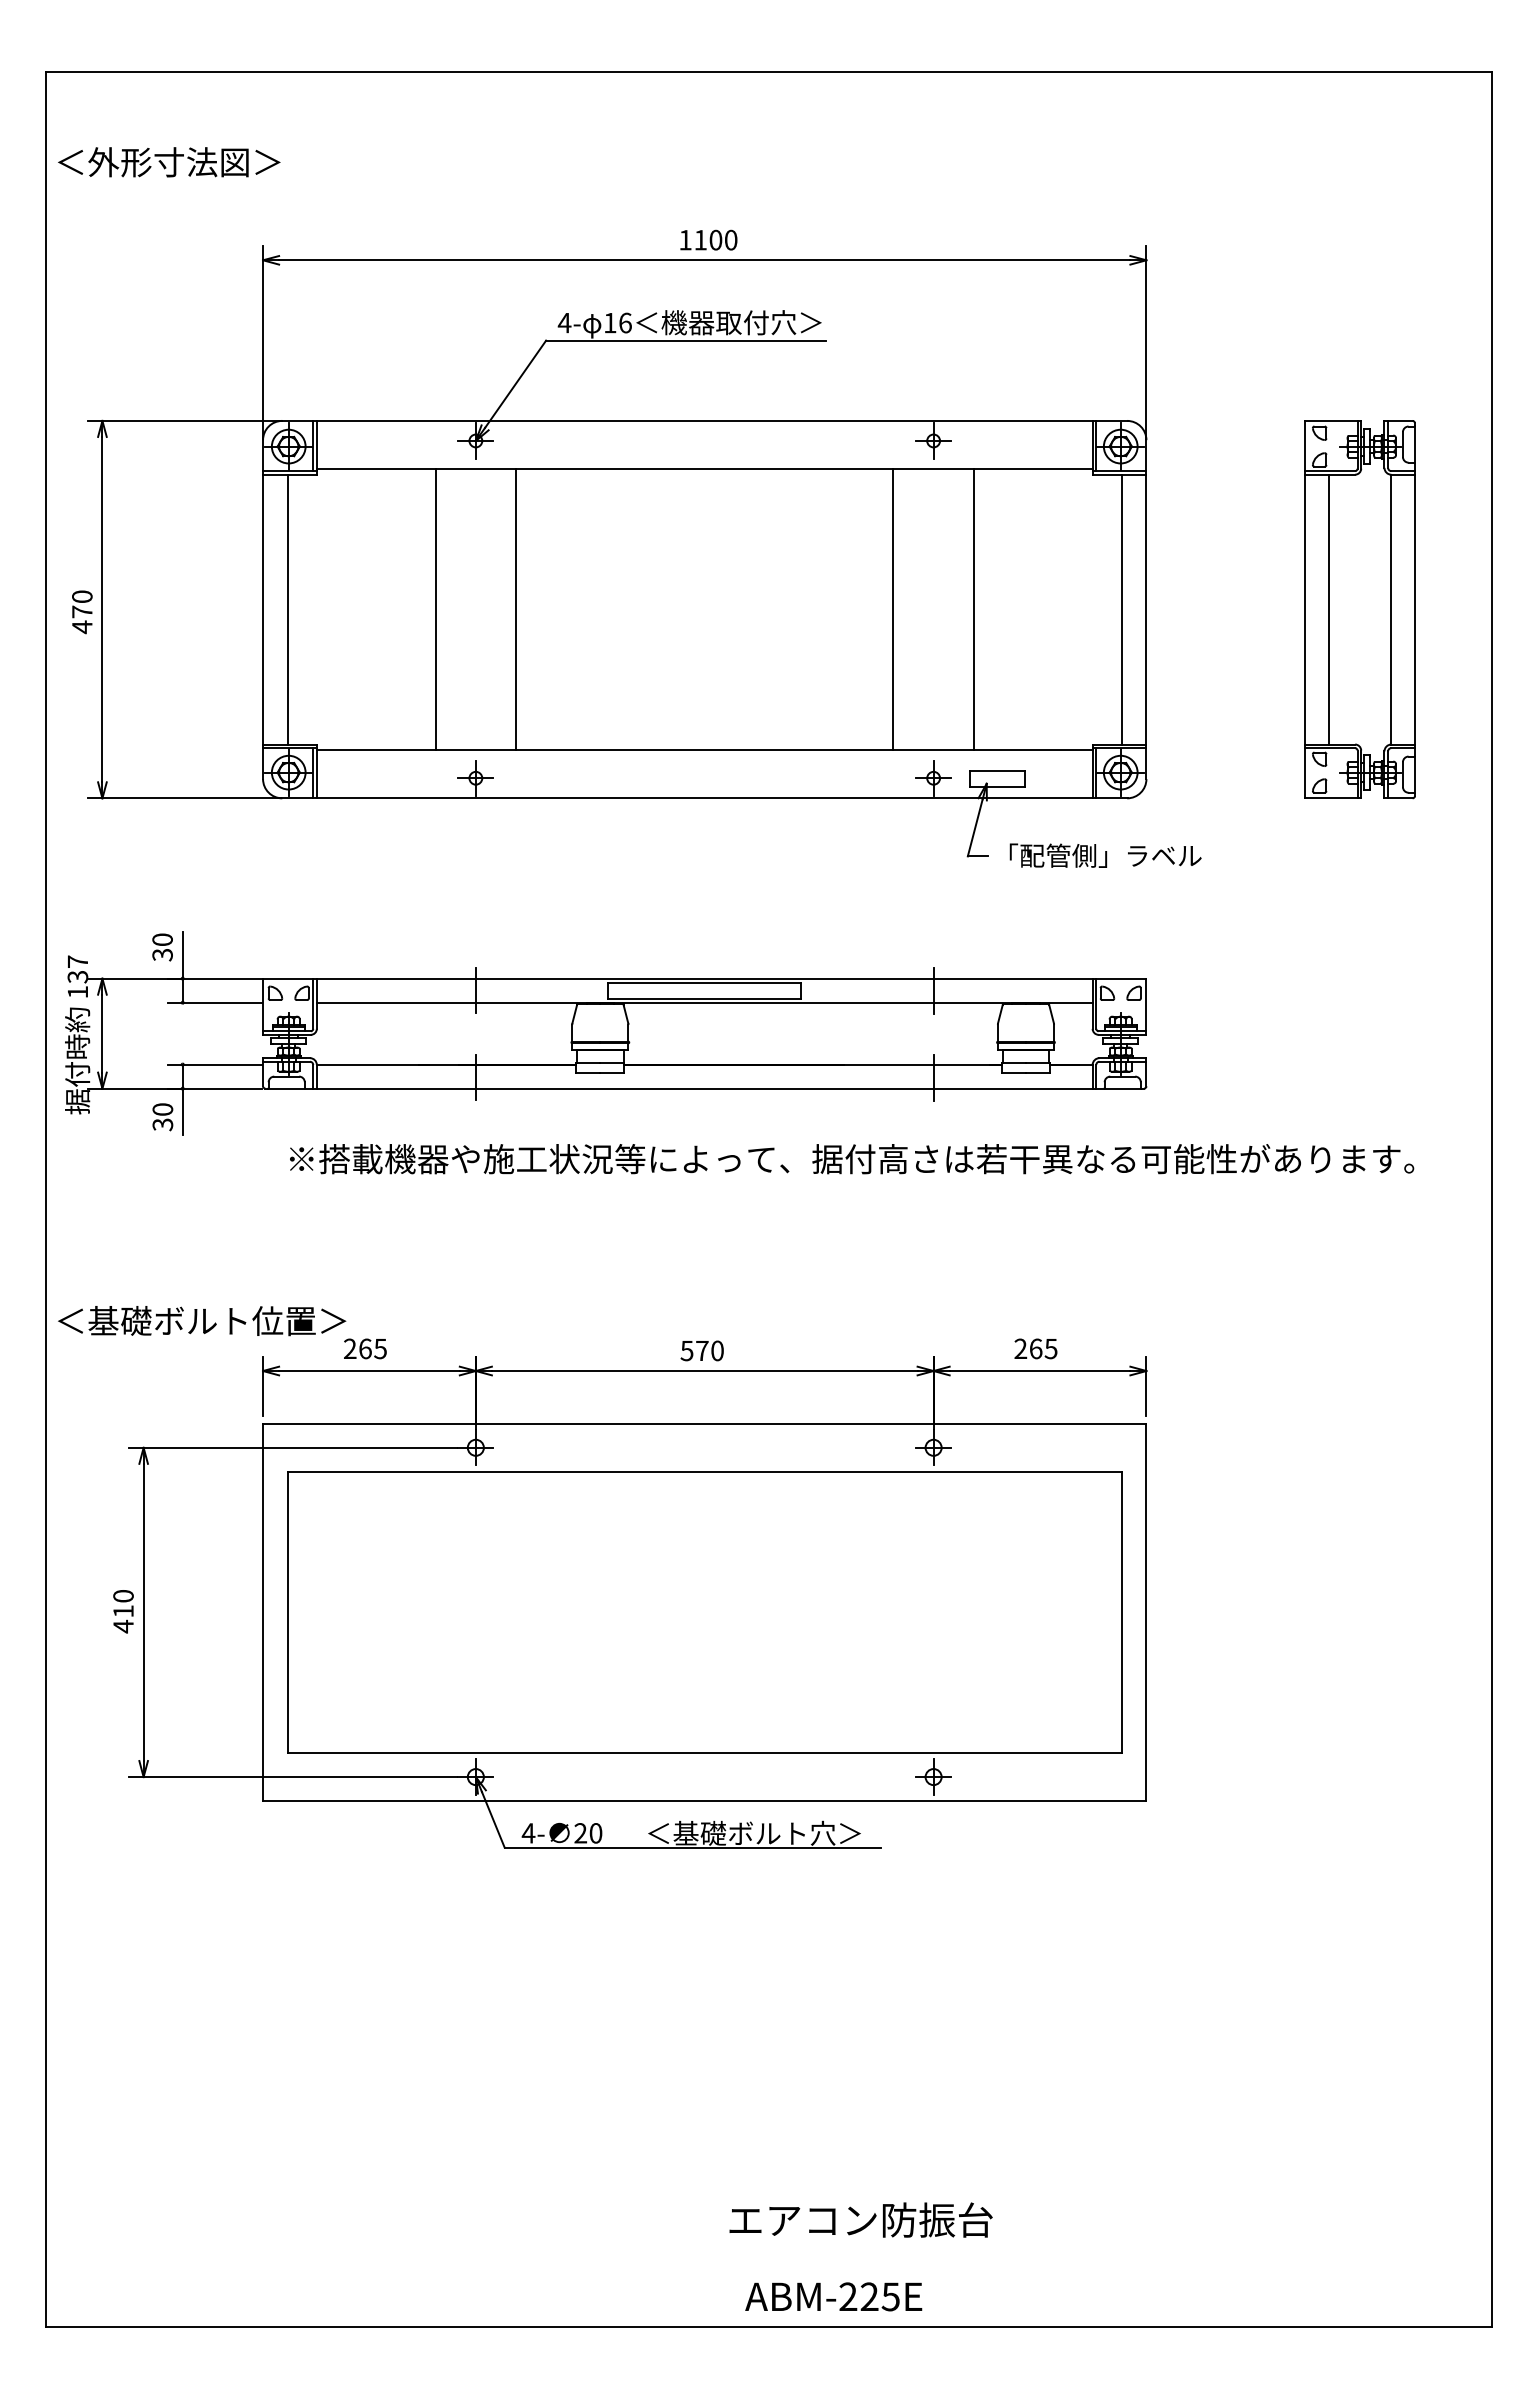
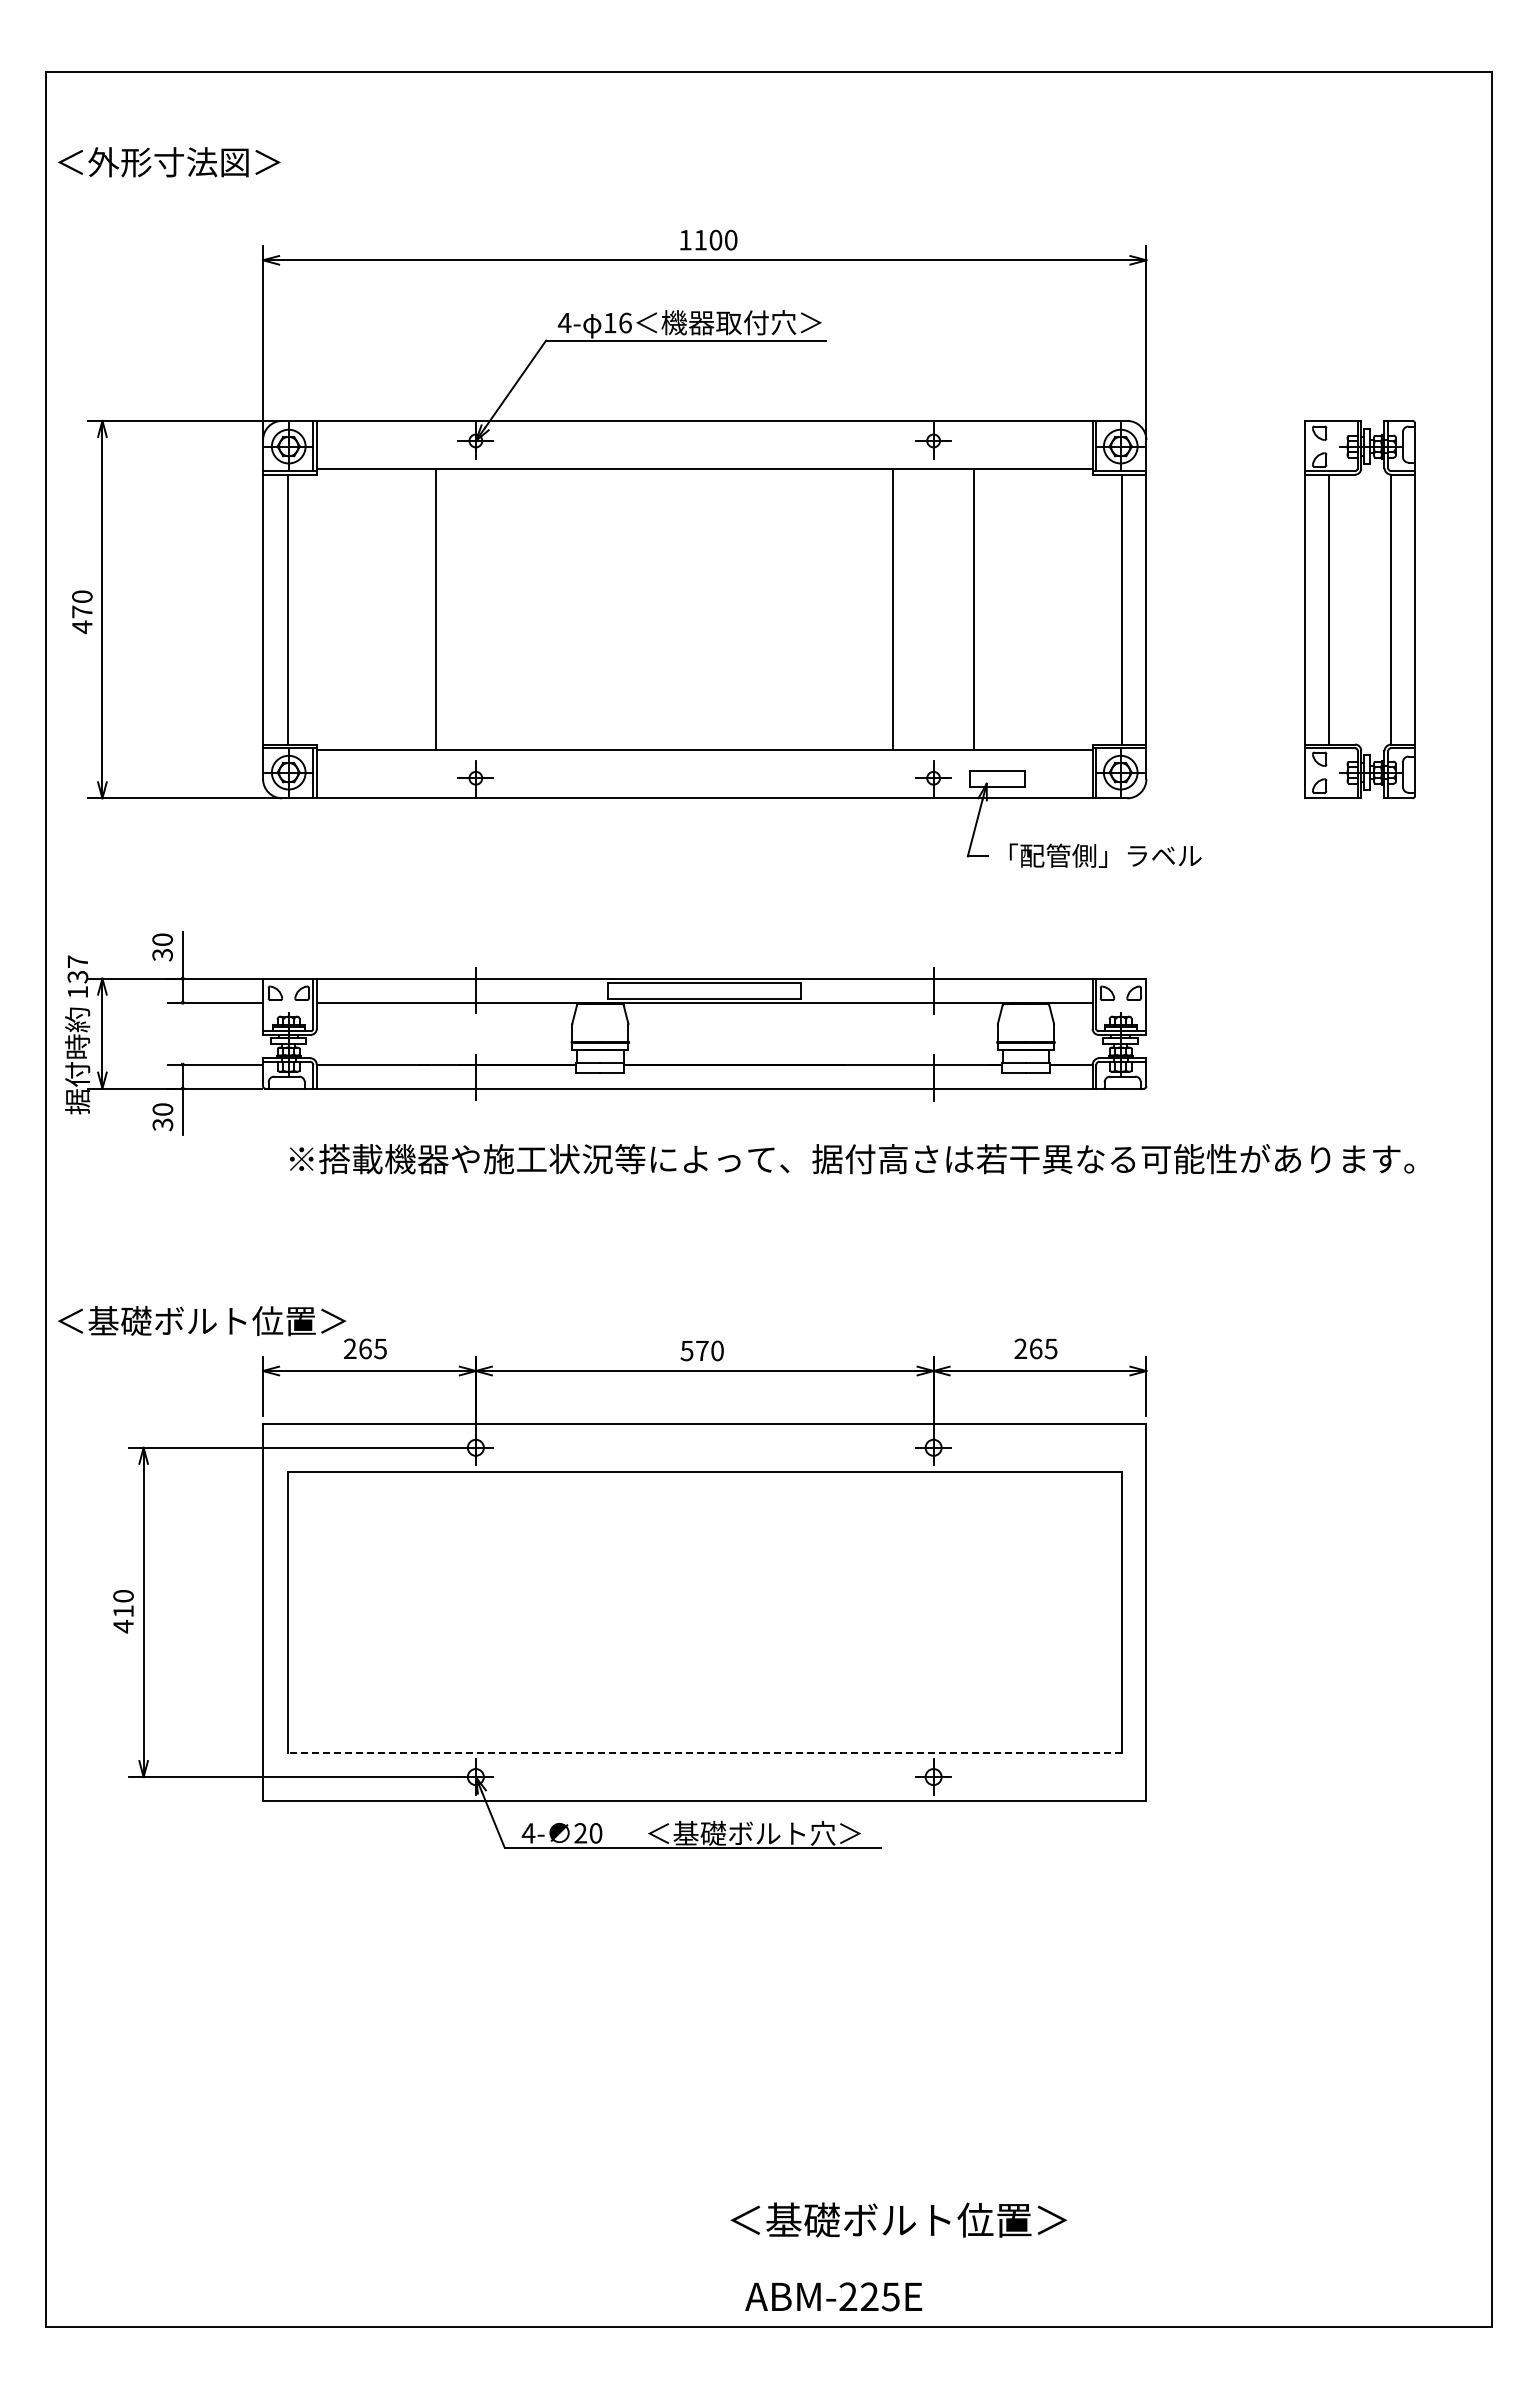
line at (516, 609): present -> none
line at (704, 1752): solid -> dashed
text at (898, 2219): エアコン防振台 -> ＜基礎ボルト位置＞
